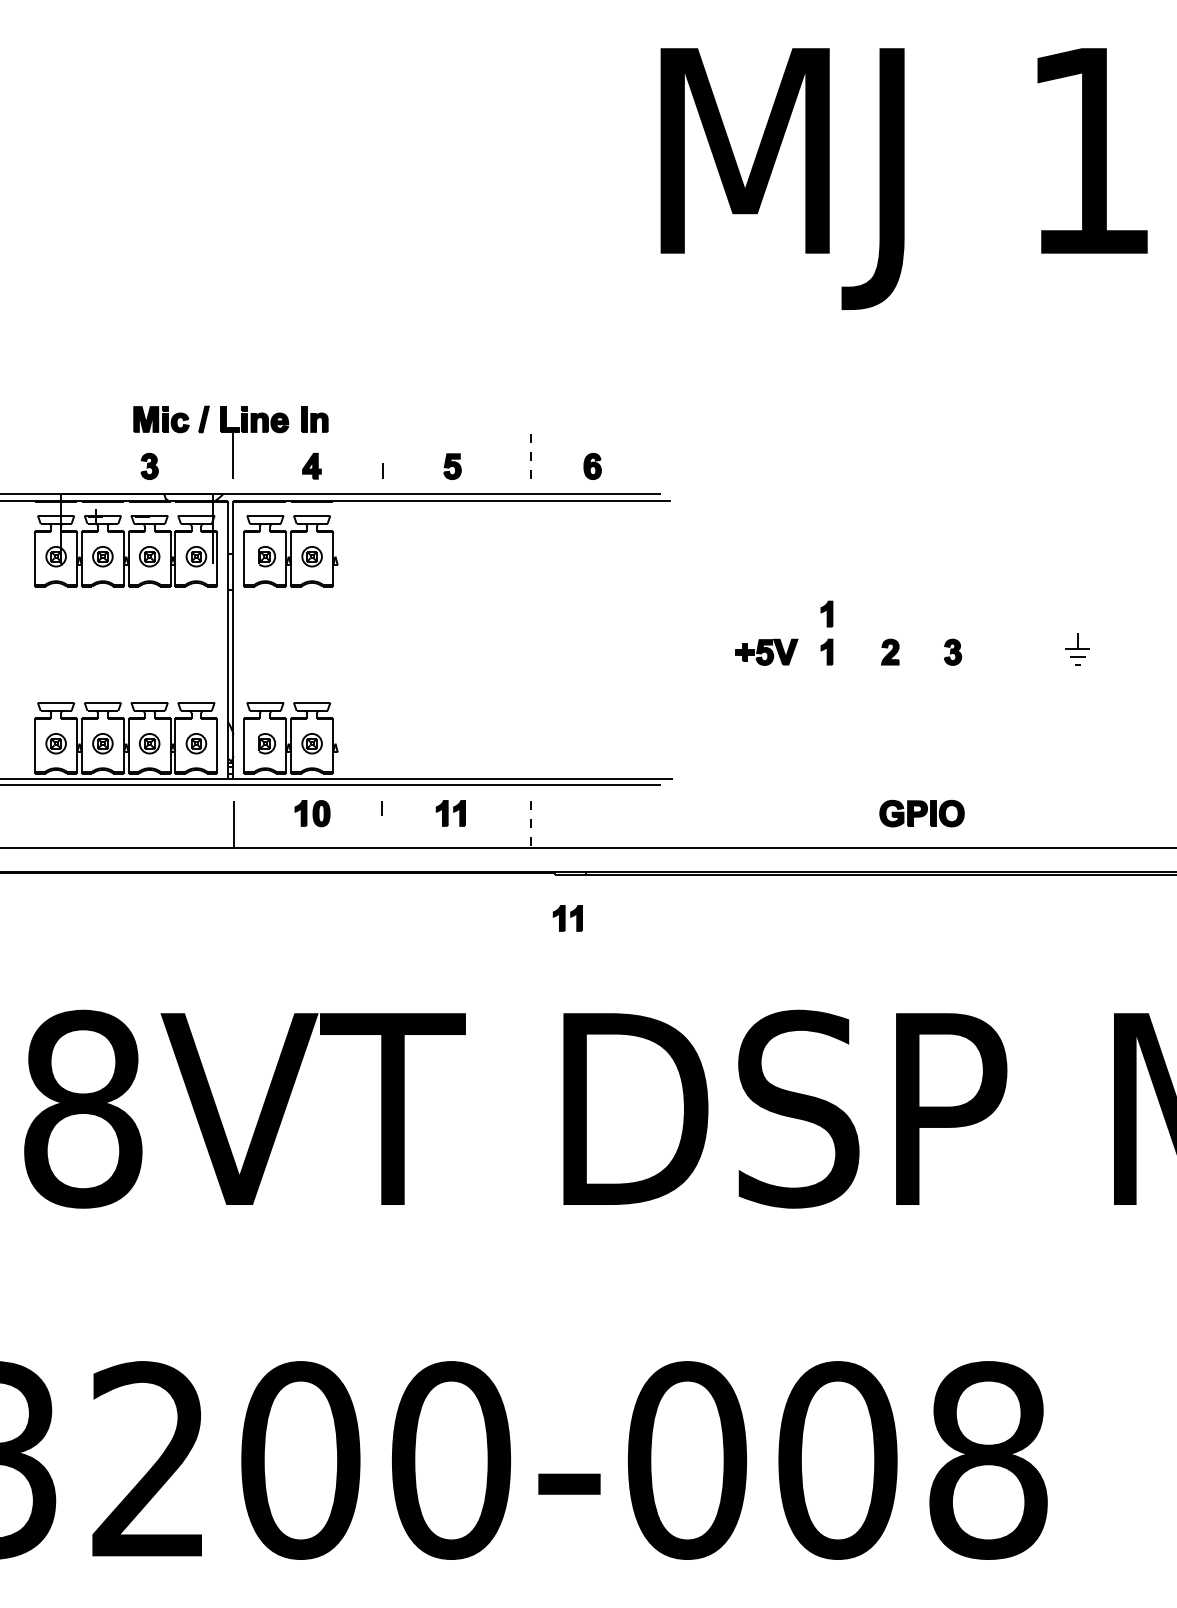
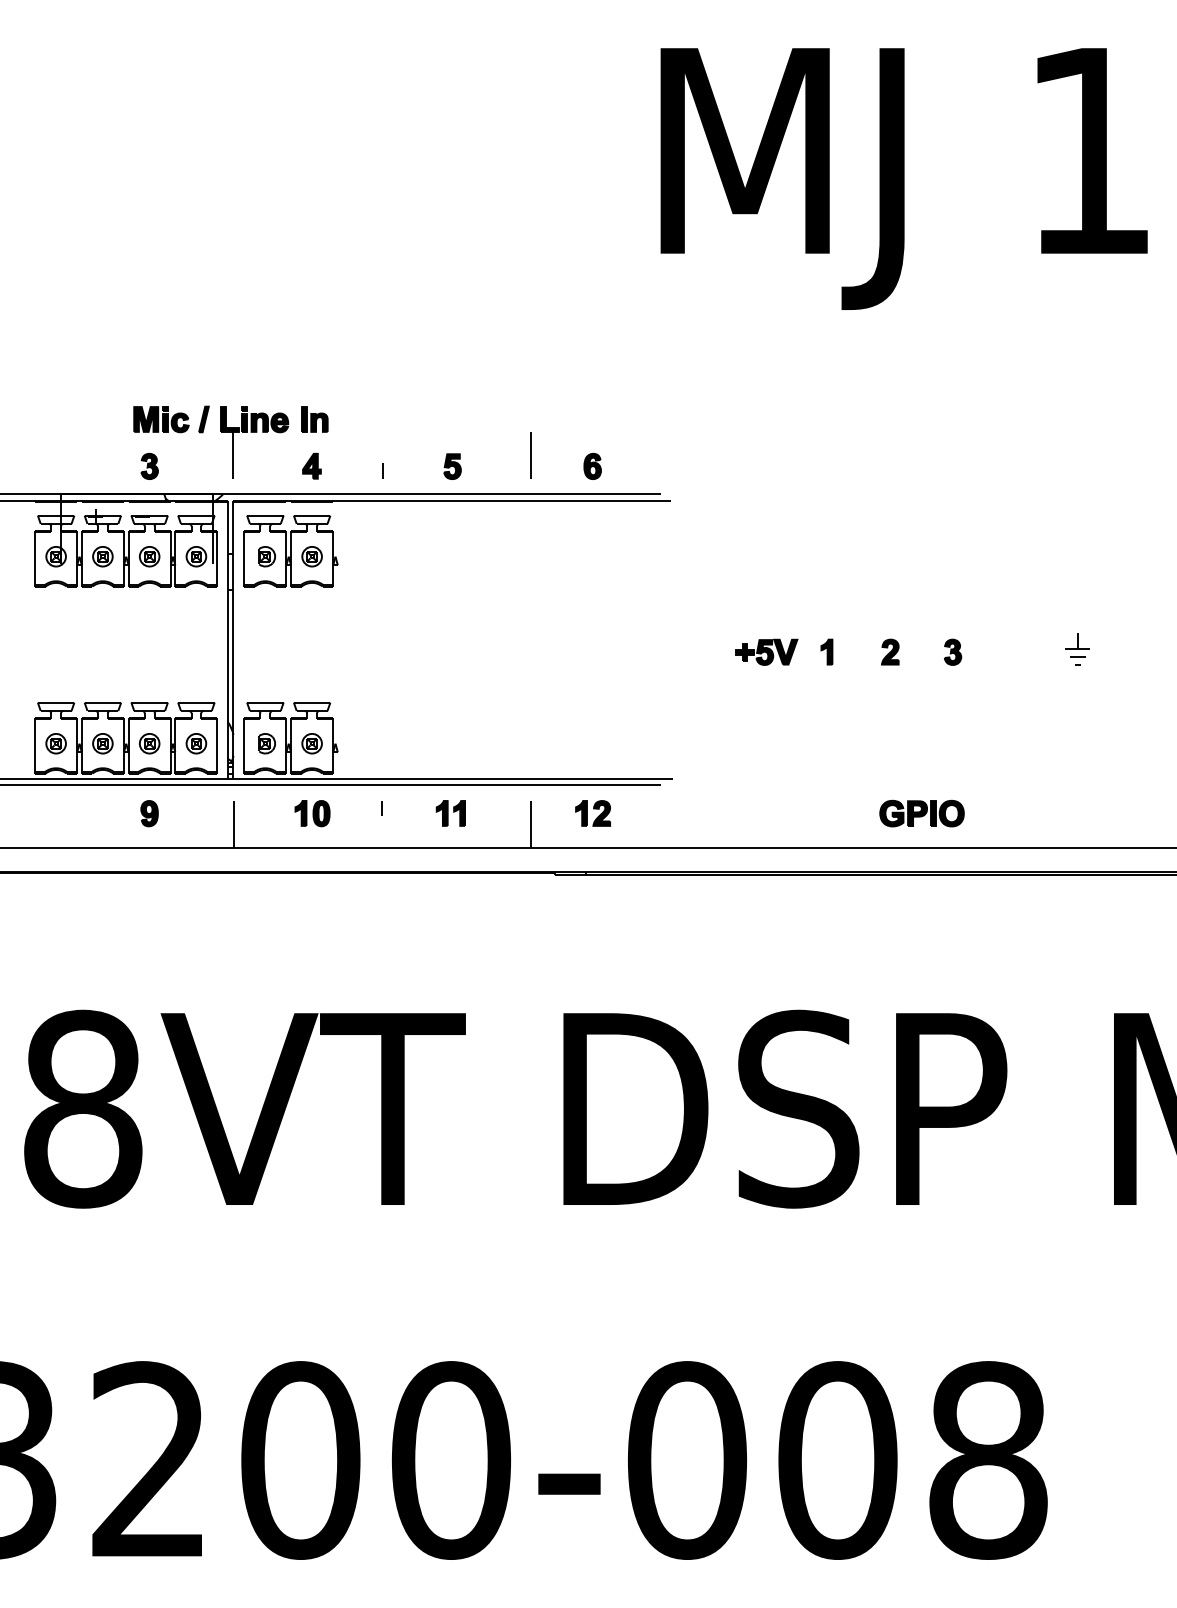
line at (531, 454): dashed -> solid
part at (826, 613): present -> none
part at (149, 813): none -> present
part at (592, 813): none -> present
line at (531, 824): dashed -> solid
part at (567, 918): present -> none
